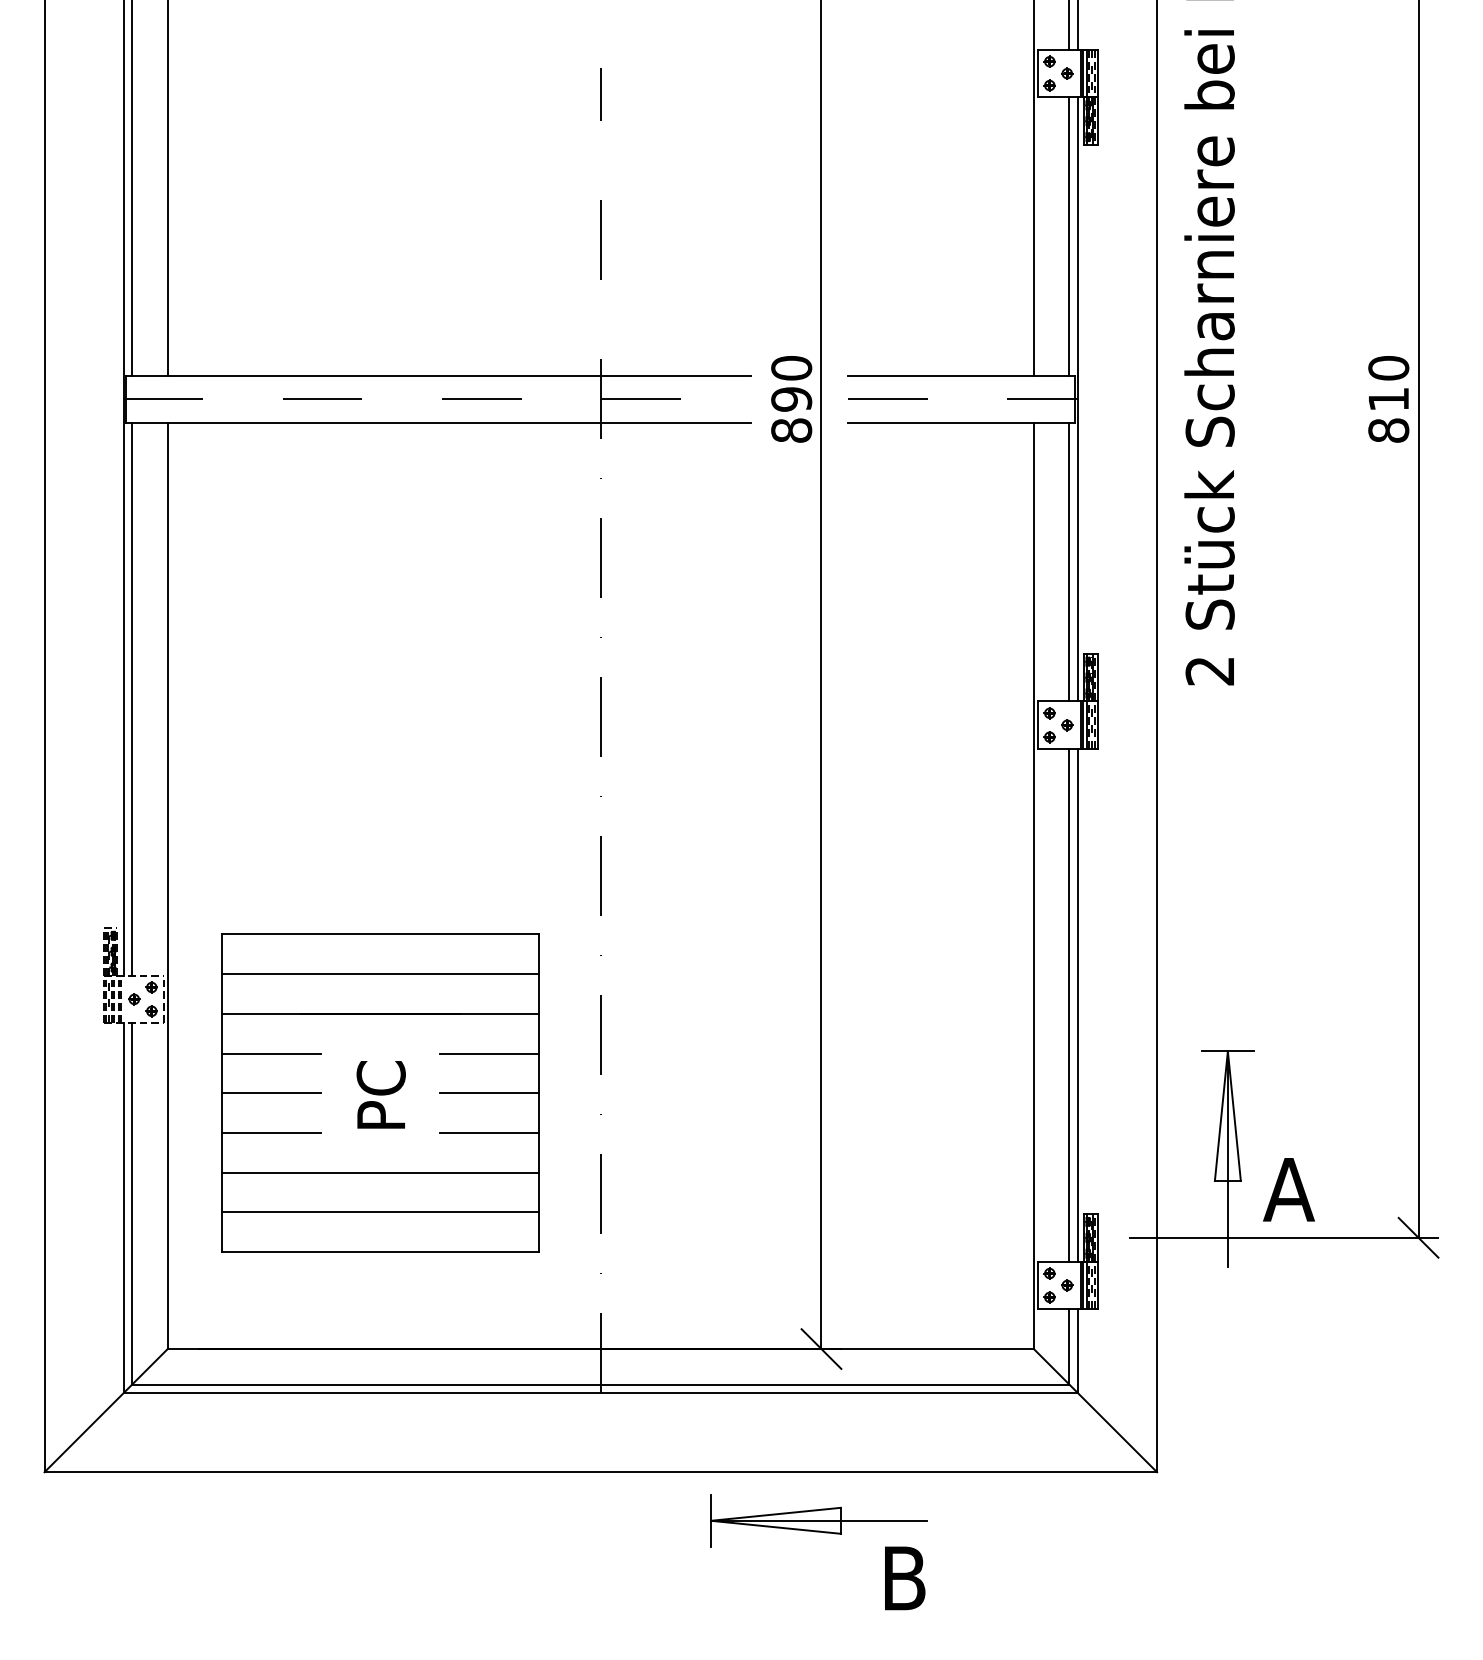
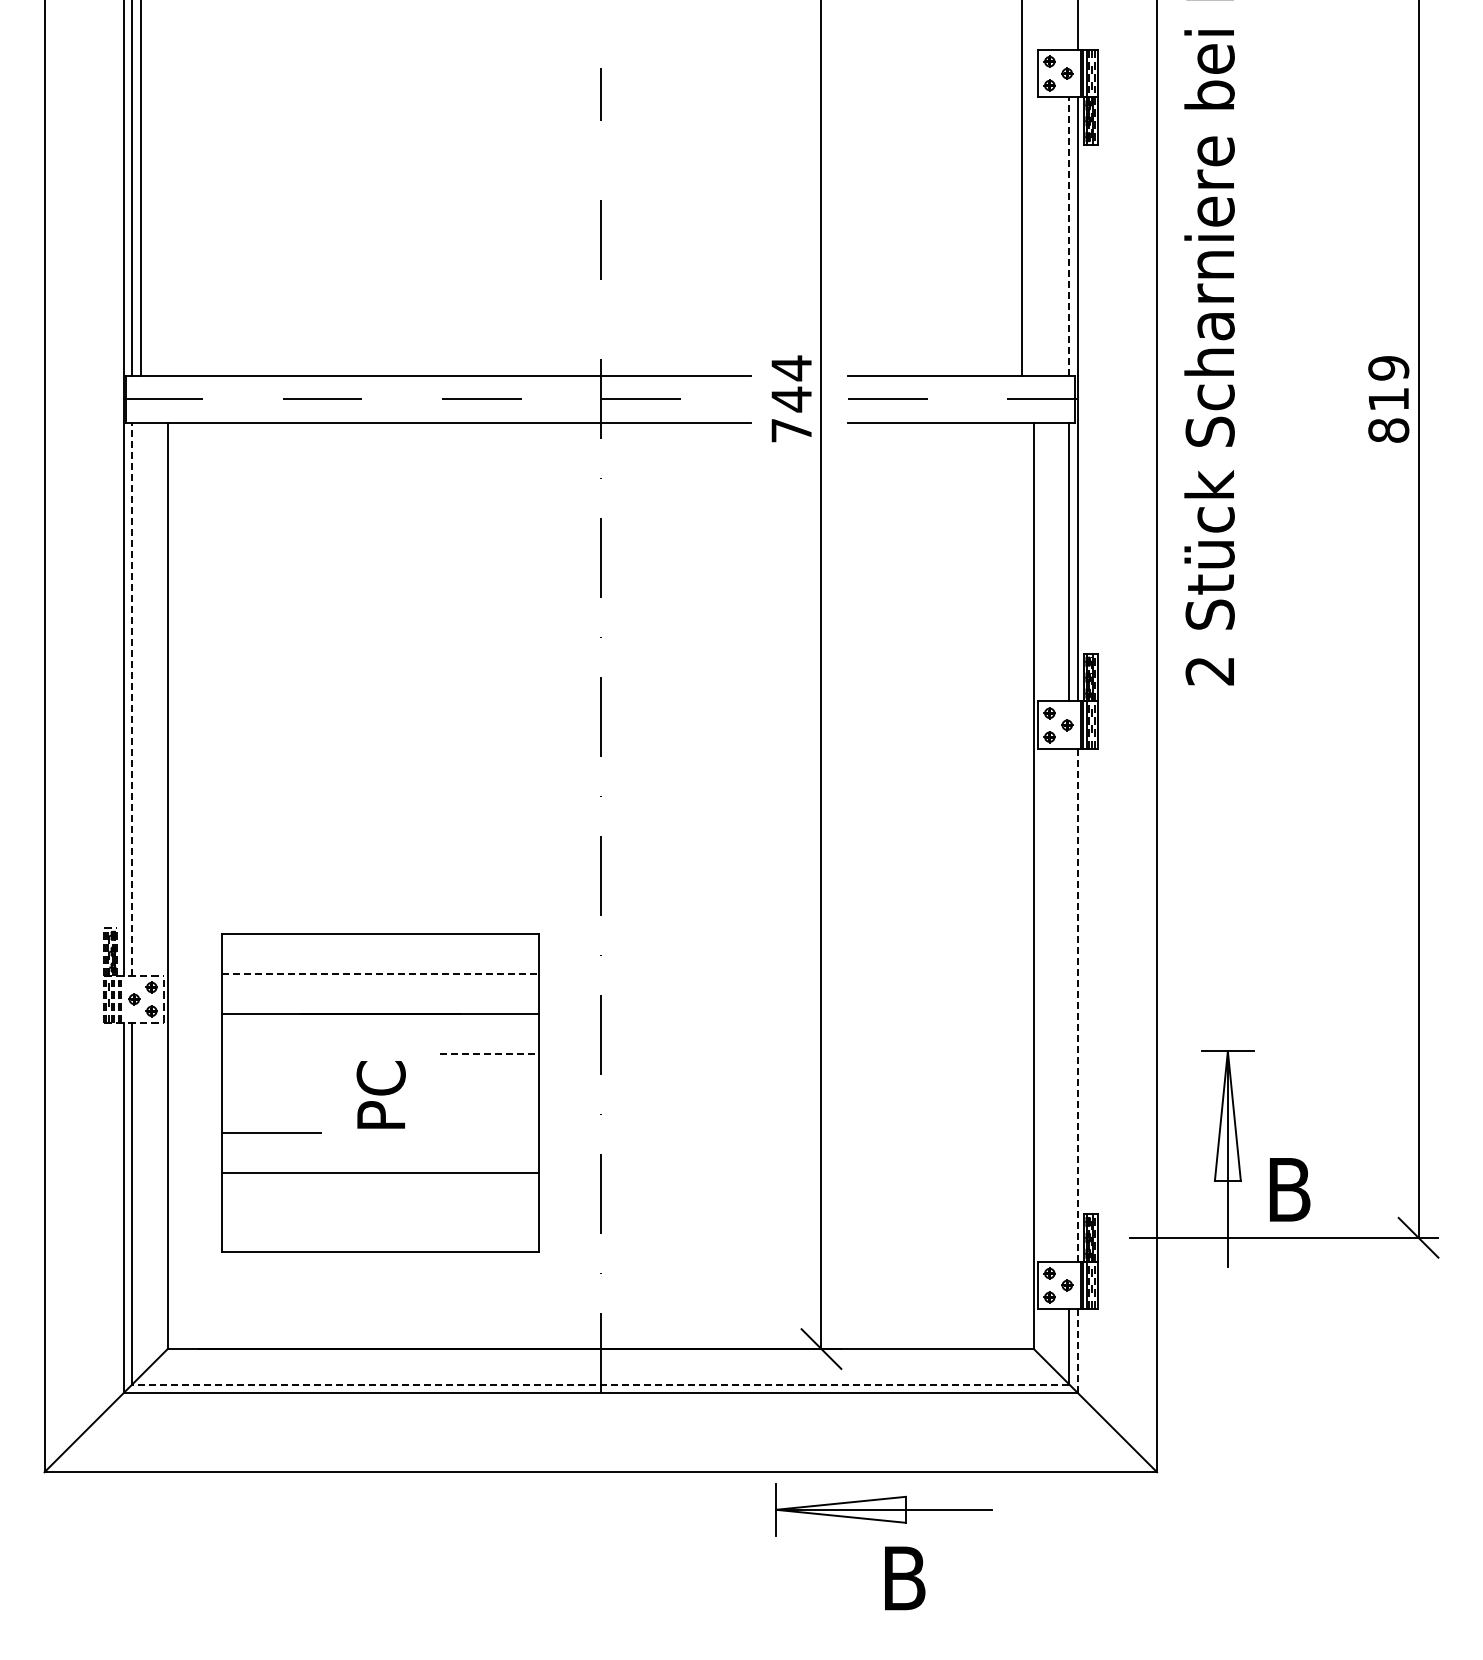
line at (1069, 25): present -> none
line at (167, 188) position: (167, 188) -> (140, 188)
line at (1033, 188) position: (1033, 188) -> (1021, 188)
line at (1069, 236): solid -> dashed
text at (1388, 368): 810 -> 819
text at (791, 398): 890 -> 744
line at (132, 698): solid -> dashed
line at (380, 974): solid -> dashed
line at (1077, 1004): solid -> dashed
line at (1069, 1005): present -> none
line at (270, 1053): present -> none
line at (489, 1053): solid -> dashed
line at (270, 1093): present -> none
line at (489, 1093): present -> none
line at (489, 1133): present -> none
text at (1288, 1189): A -> B
line at (380, 1212): present -> none
line at (1077, 1351): solid -> dashed
line at (600, 1384): solid -> dashed
part at (818, 1520) position: (818, 1520) -> (883, 1509)
